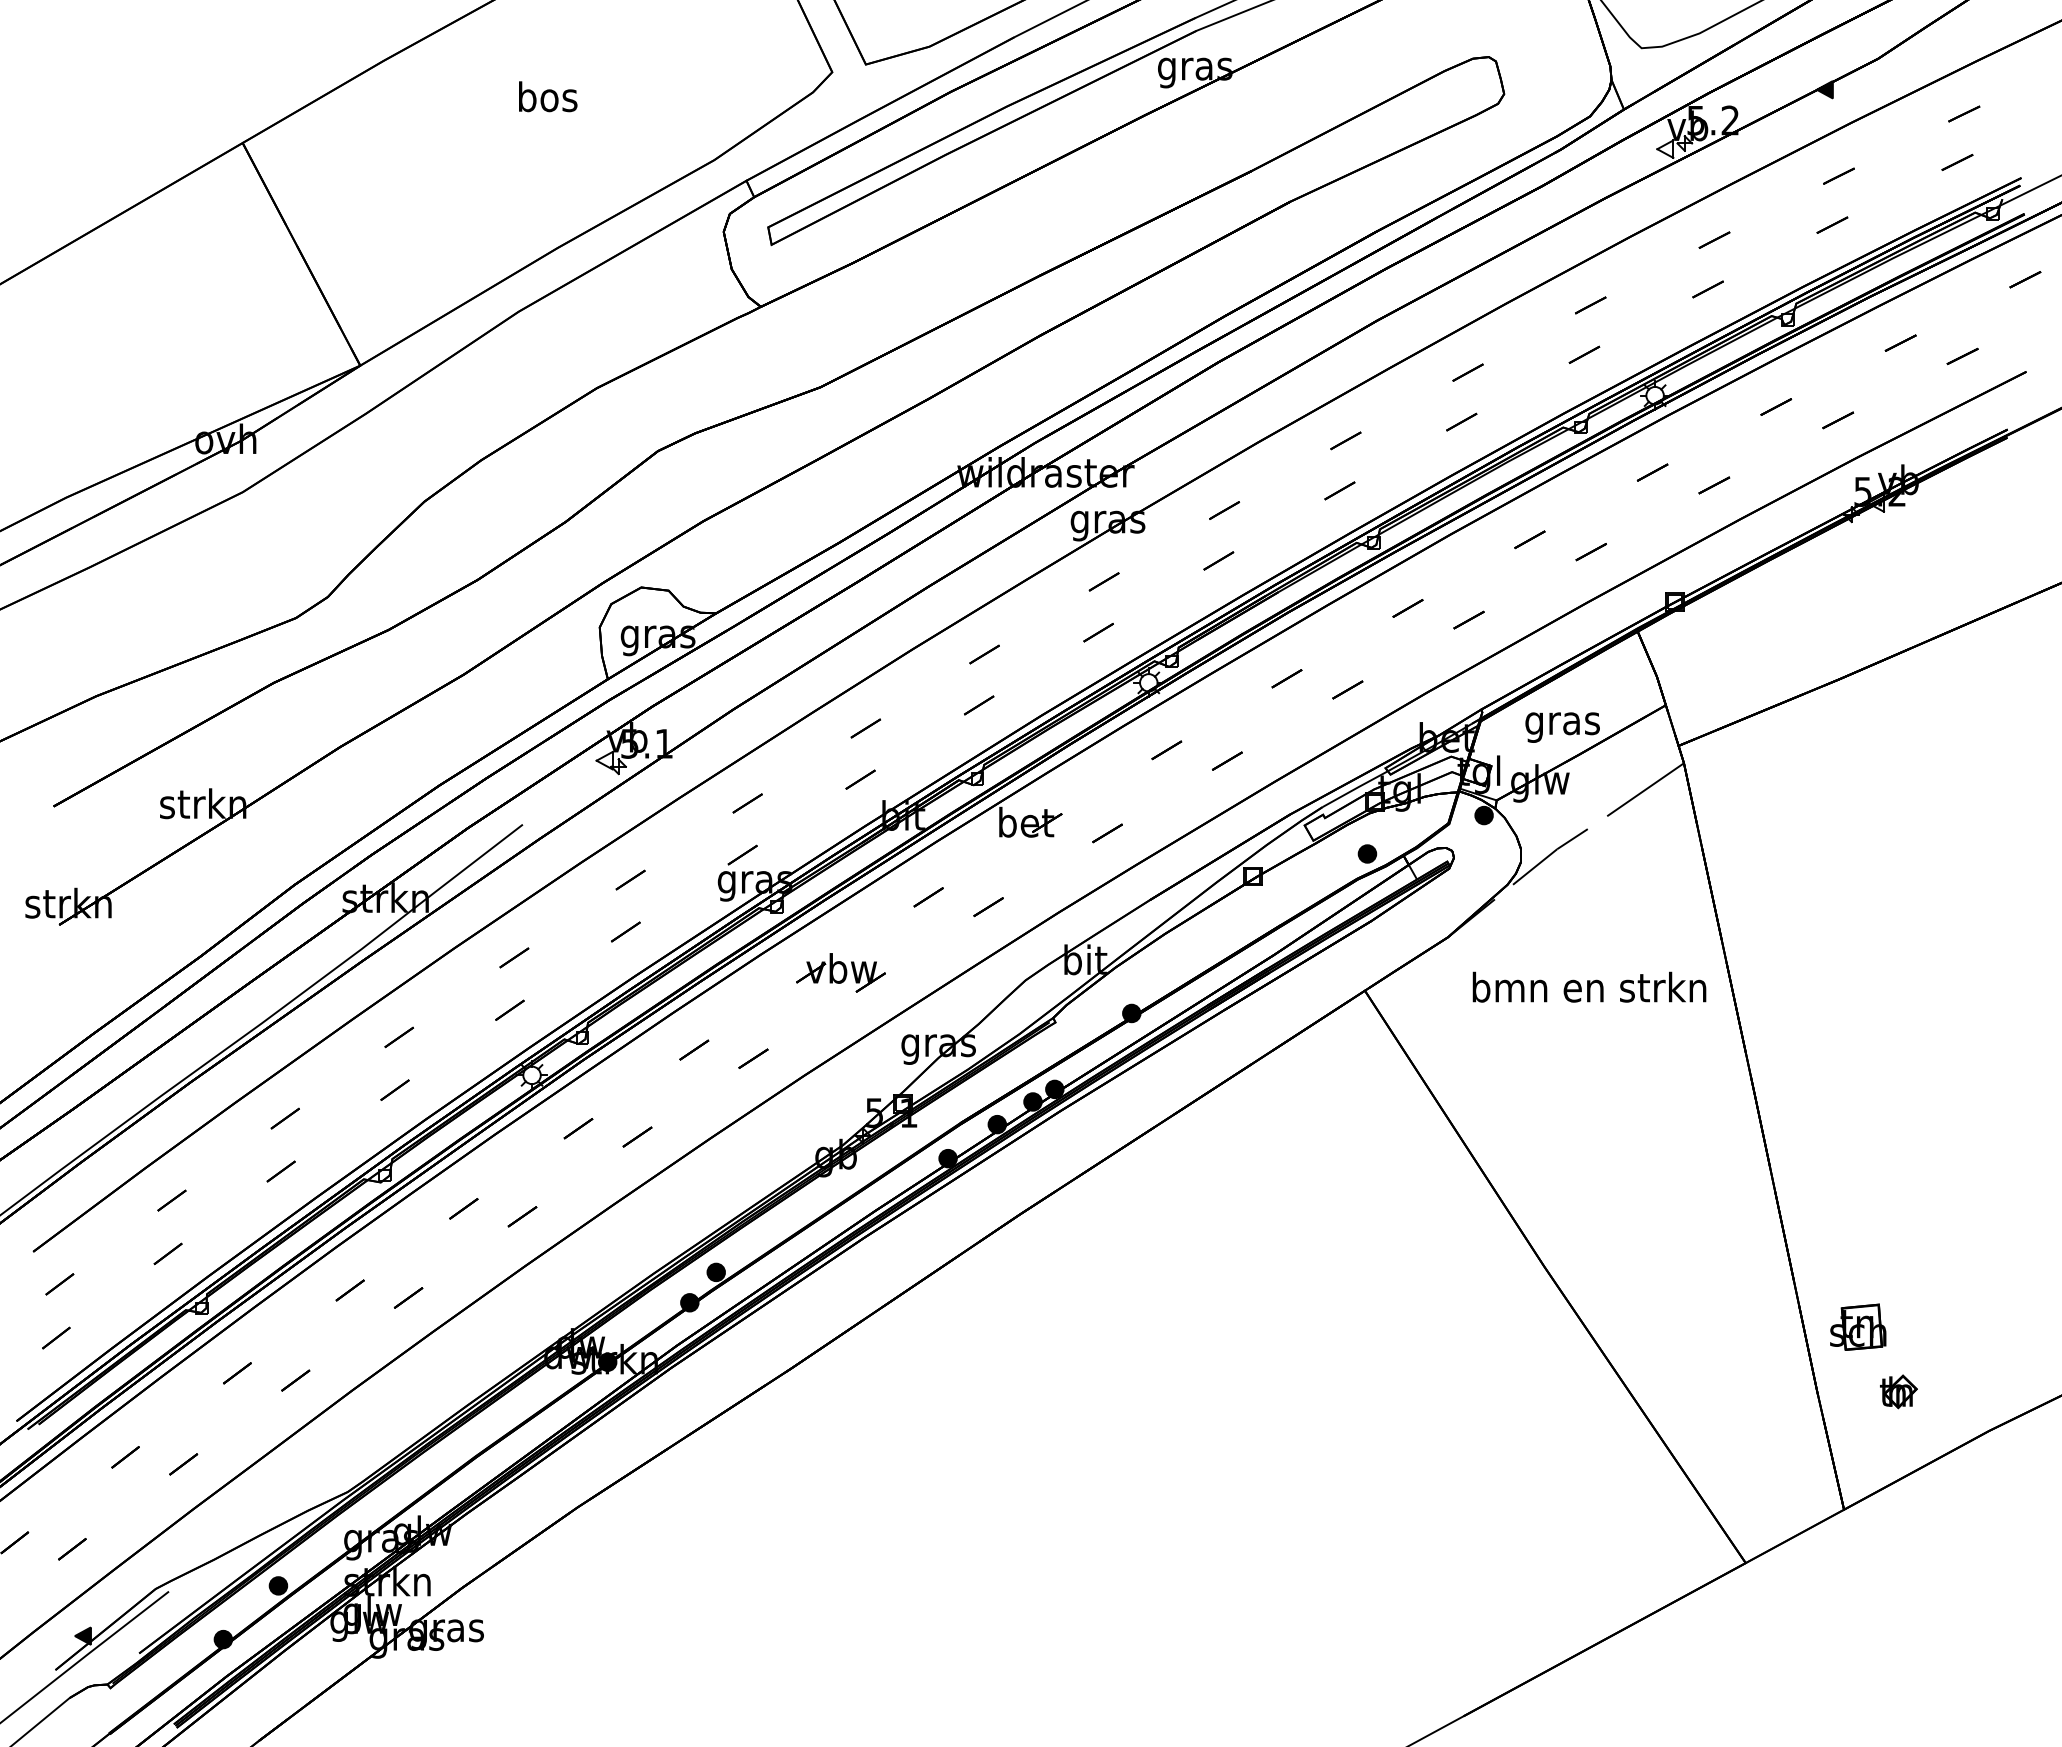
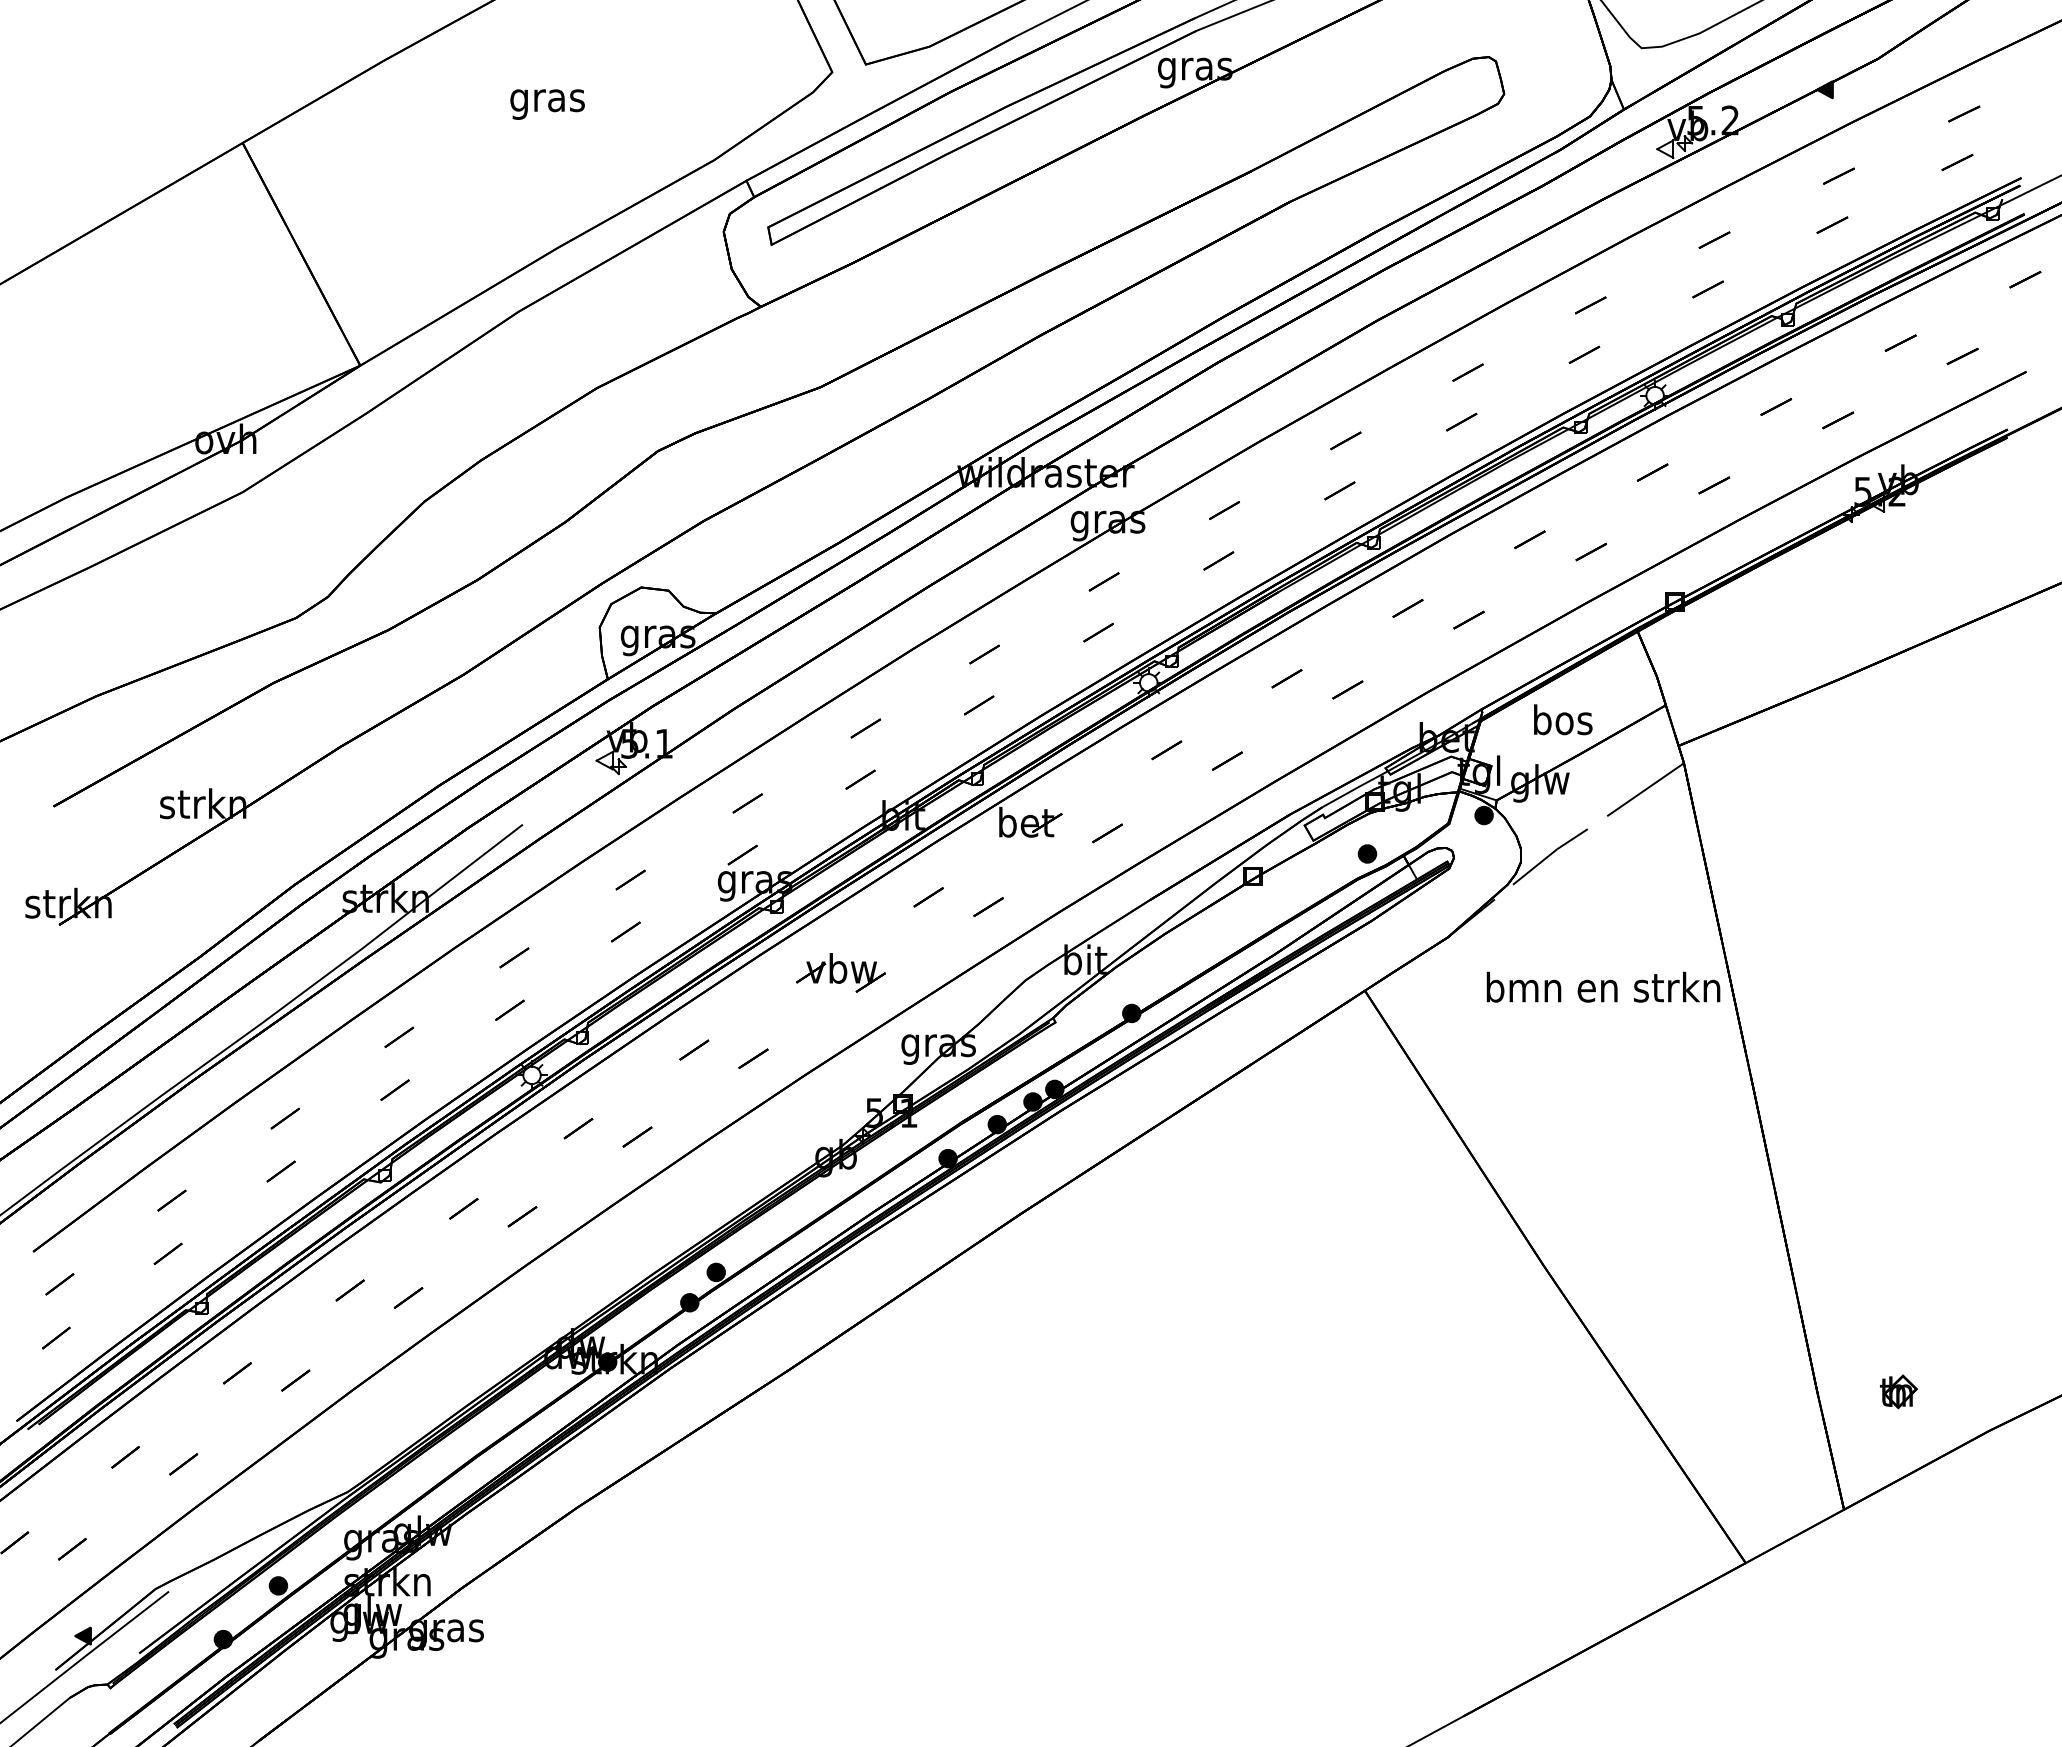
text at (547, 100): bos -> gras
text at (1562, 723): gras -> bos
text at (1589, 986) position: (1589, 986) -> (1603, 986)
part at (1858, 1326): present -> none
